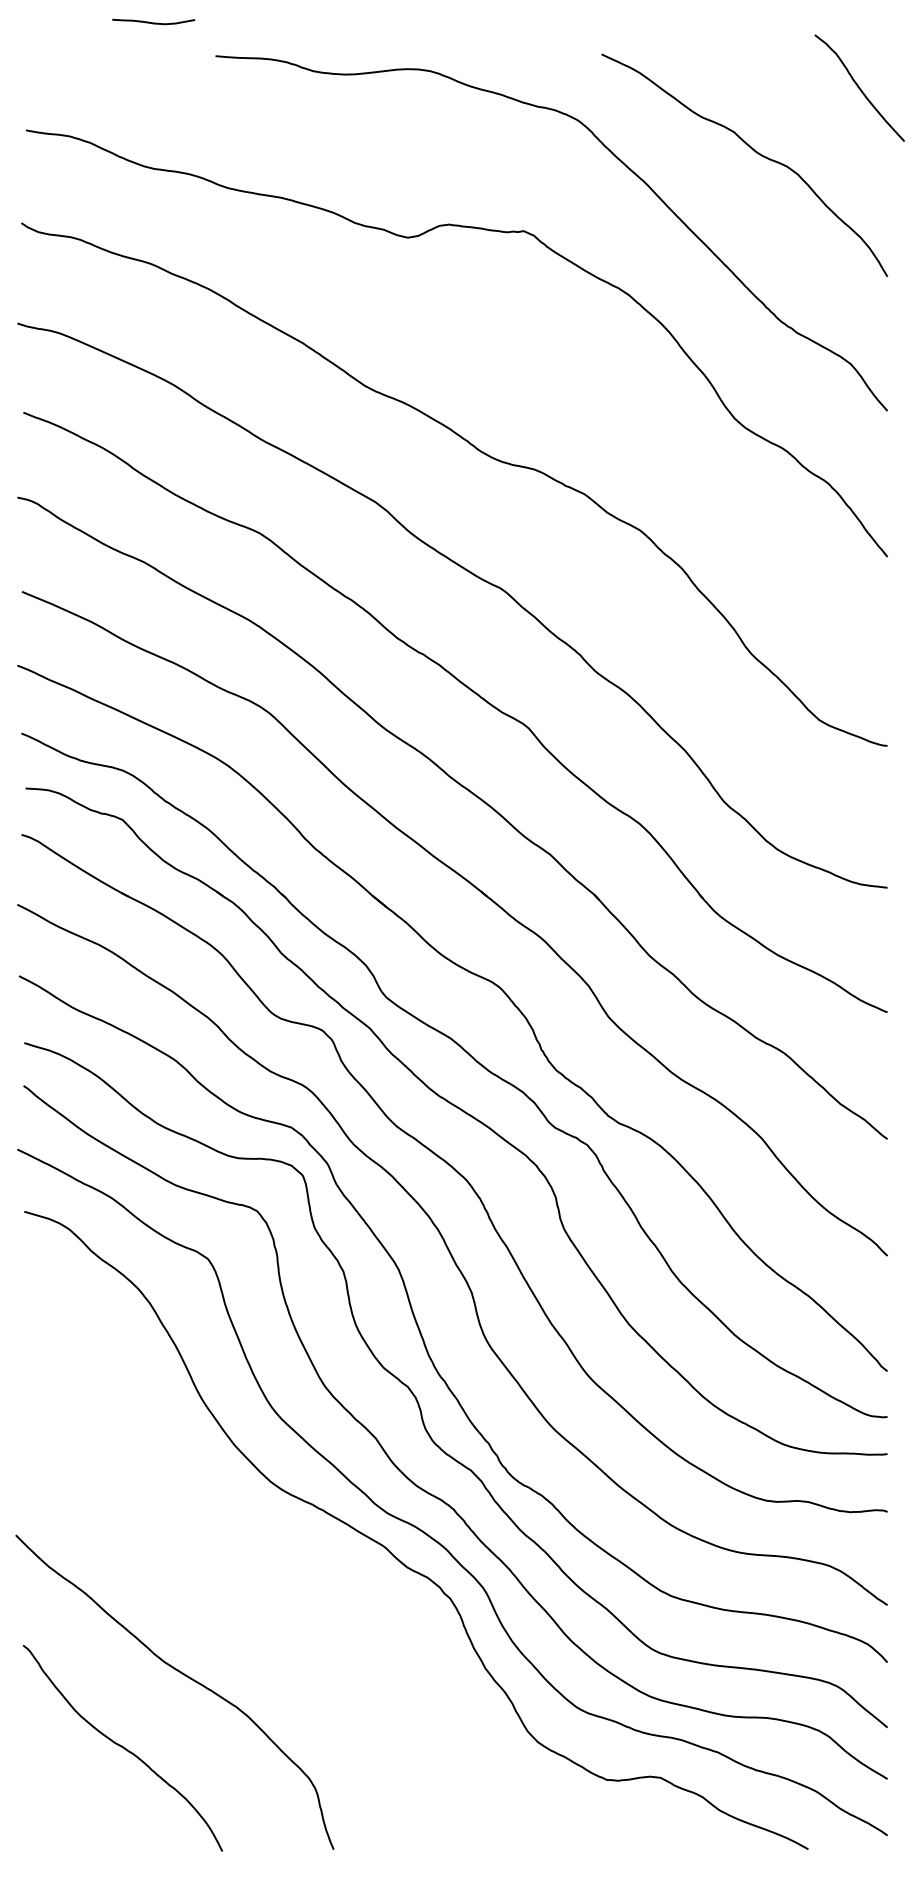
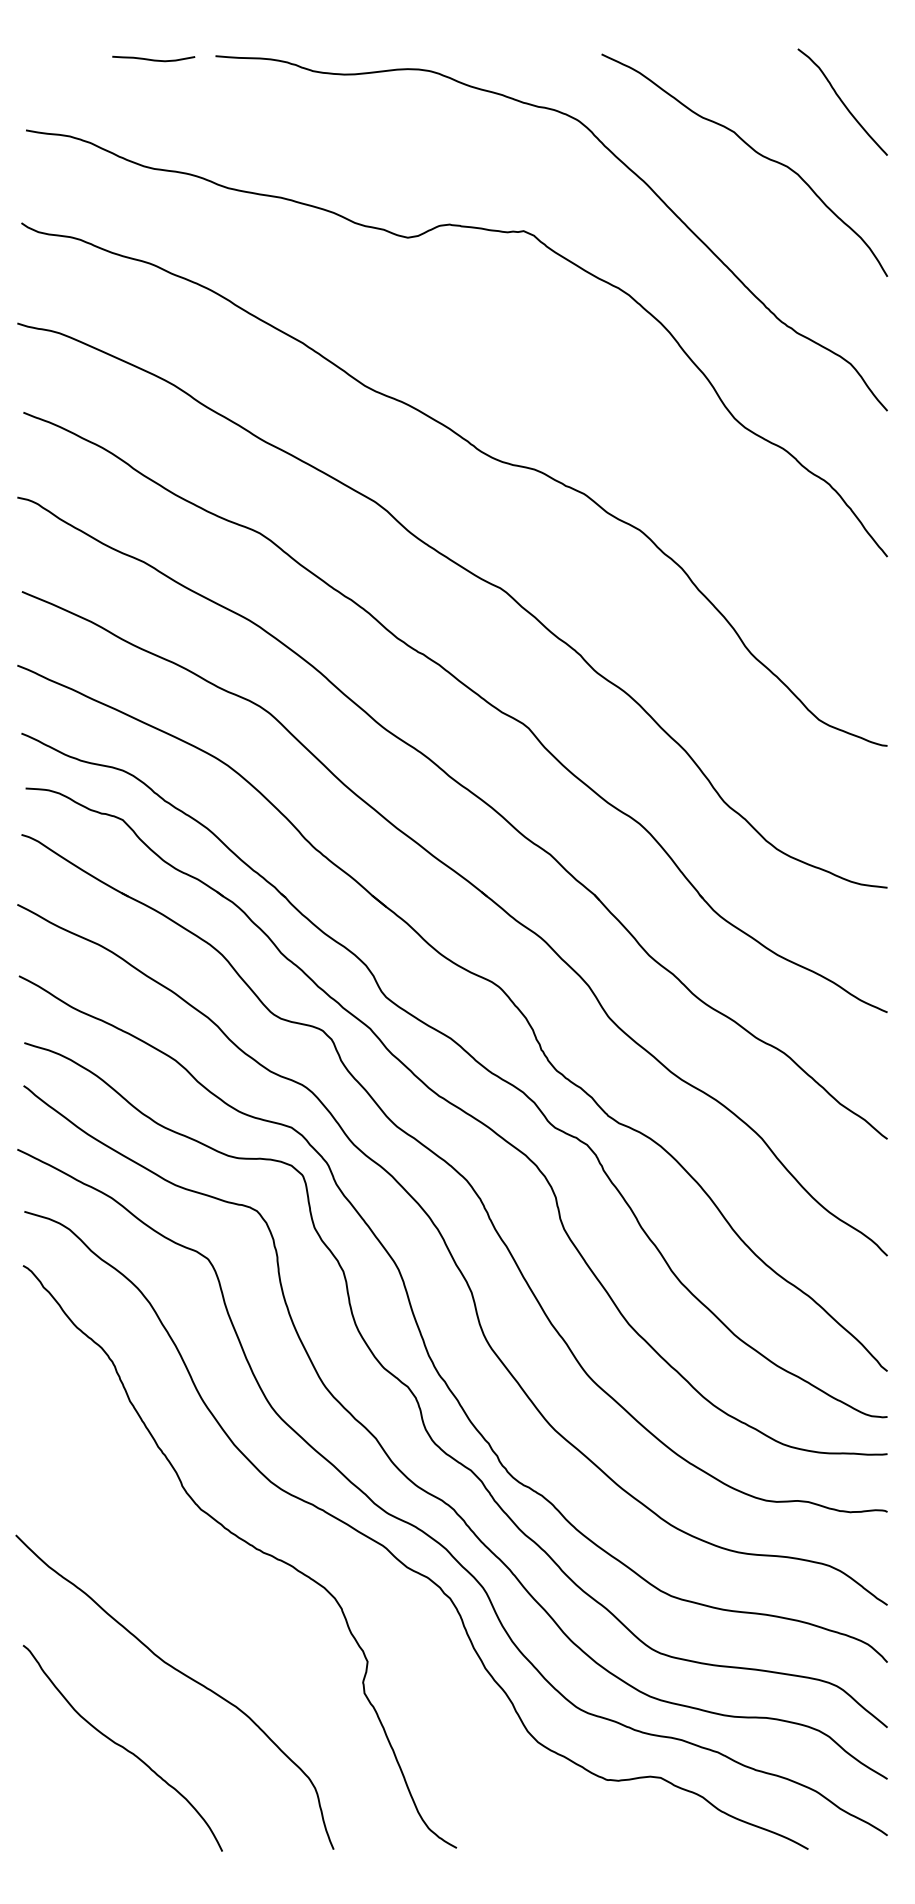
curve at (153, 22) position: (153, 22) -> (153, 59)
curve at (859, 87) position: (859, 87) -> (842, 101)
curve at (247, 1544): none -> present
